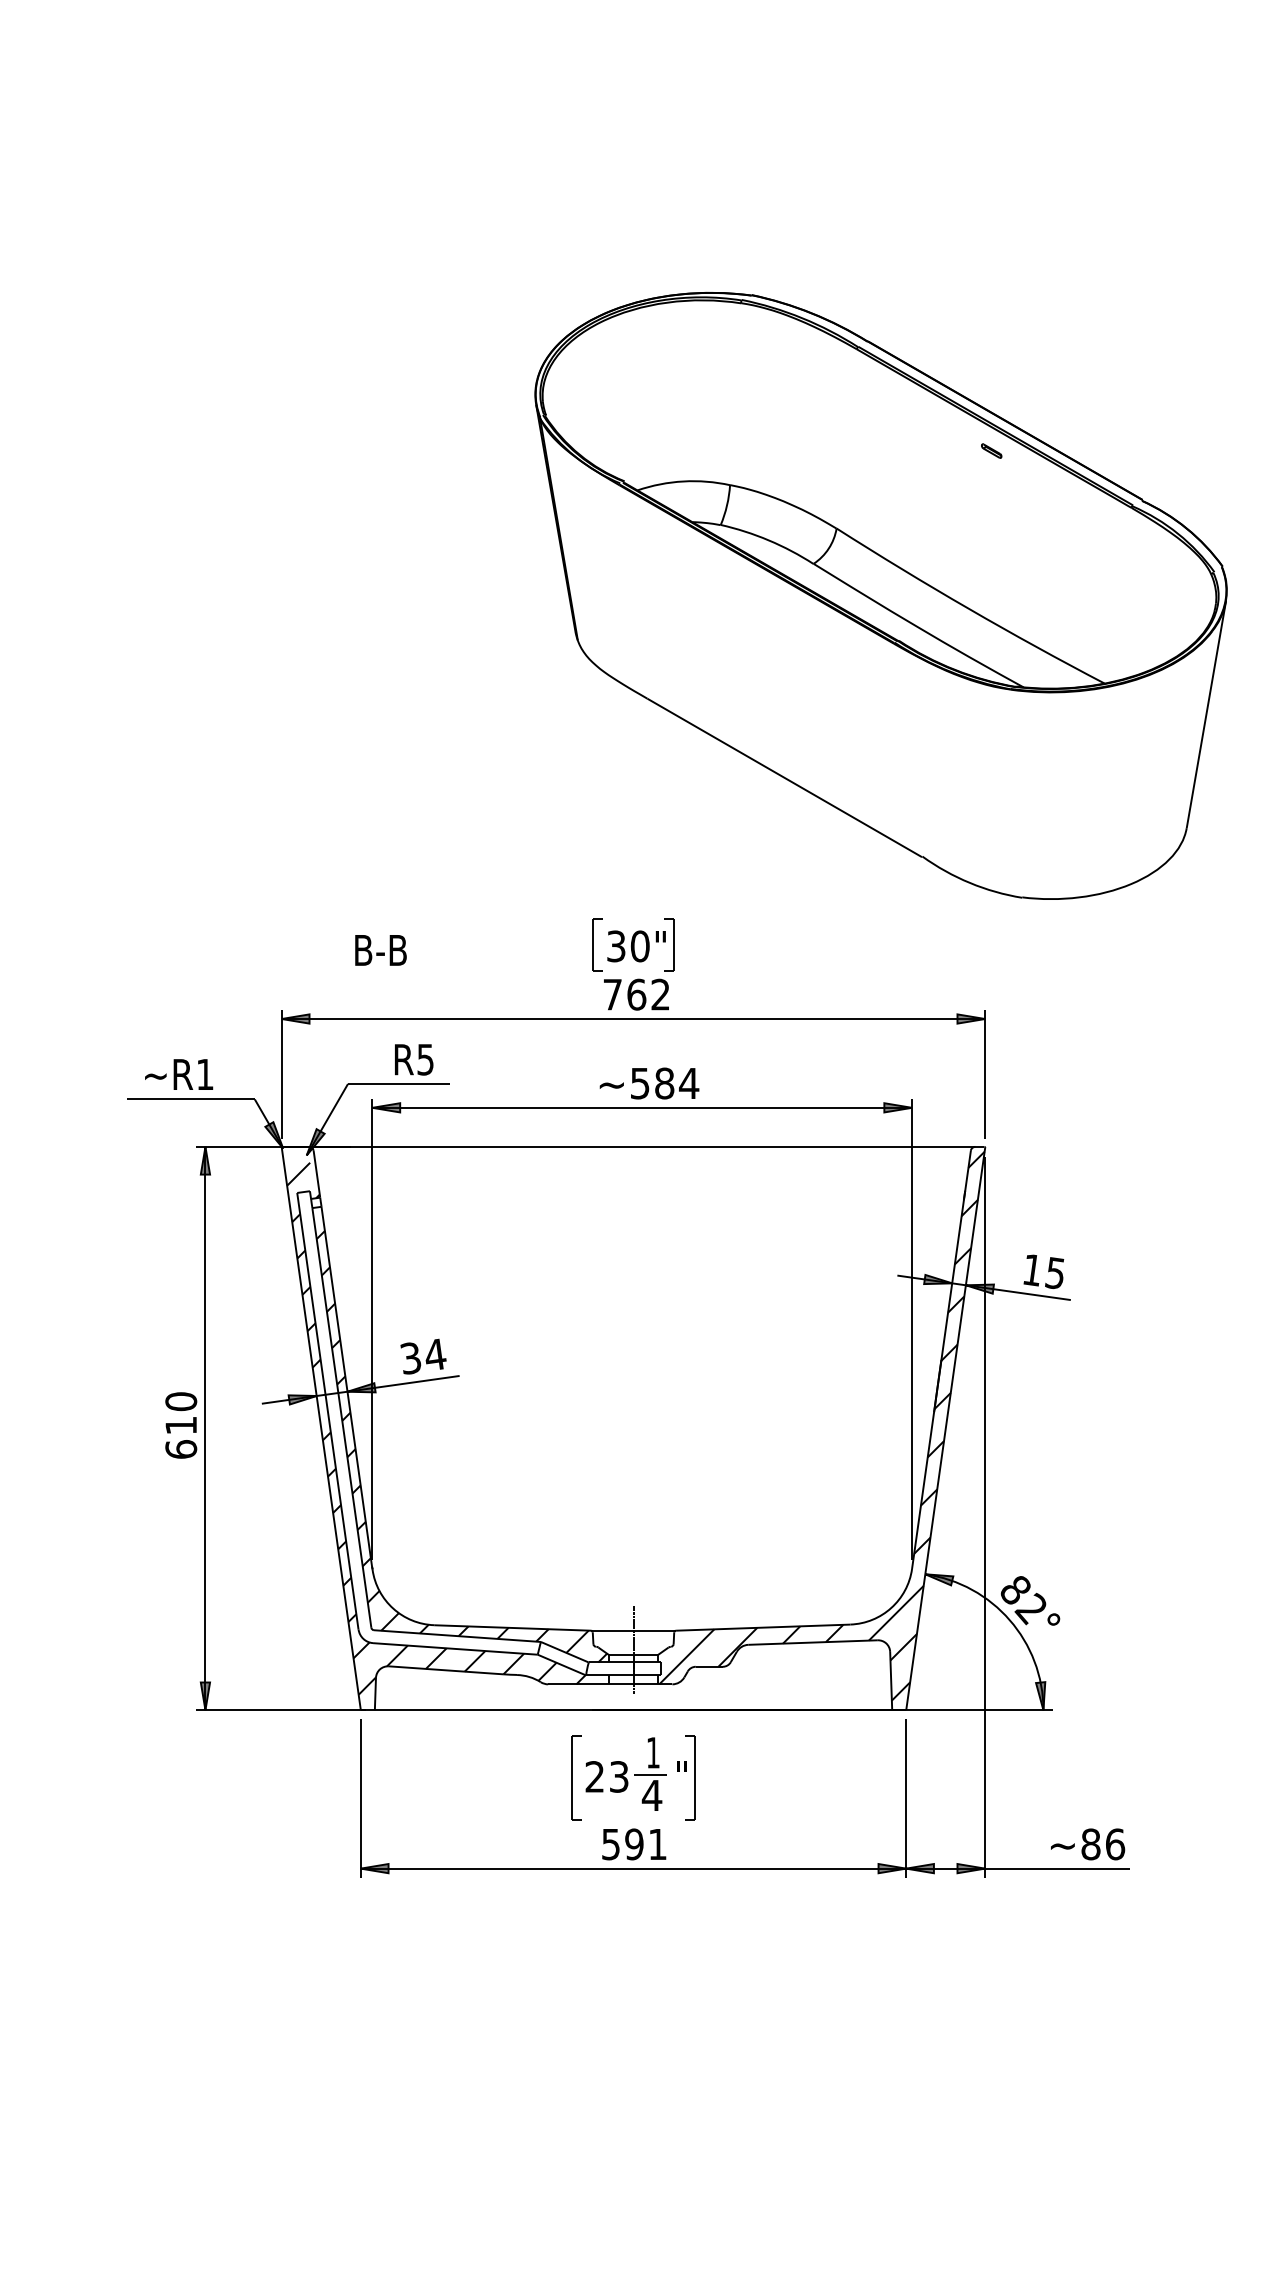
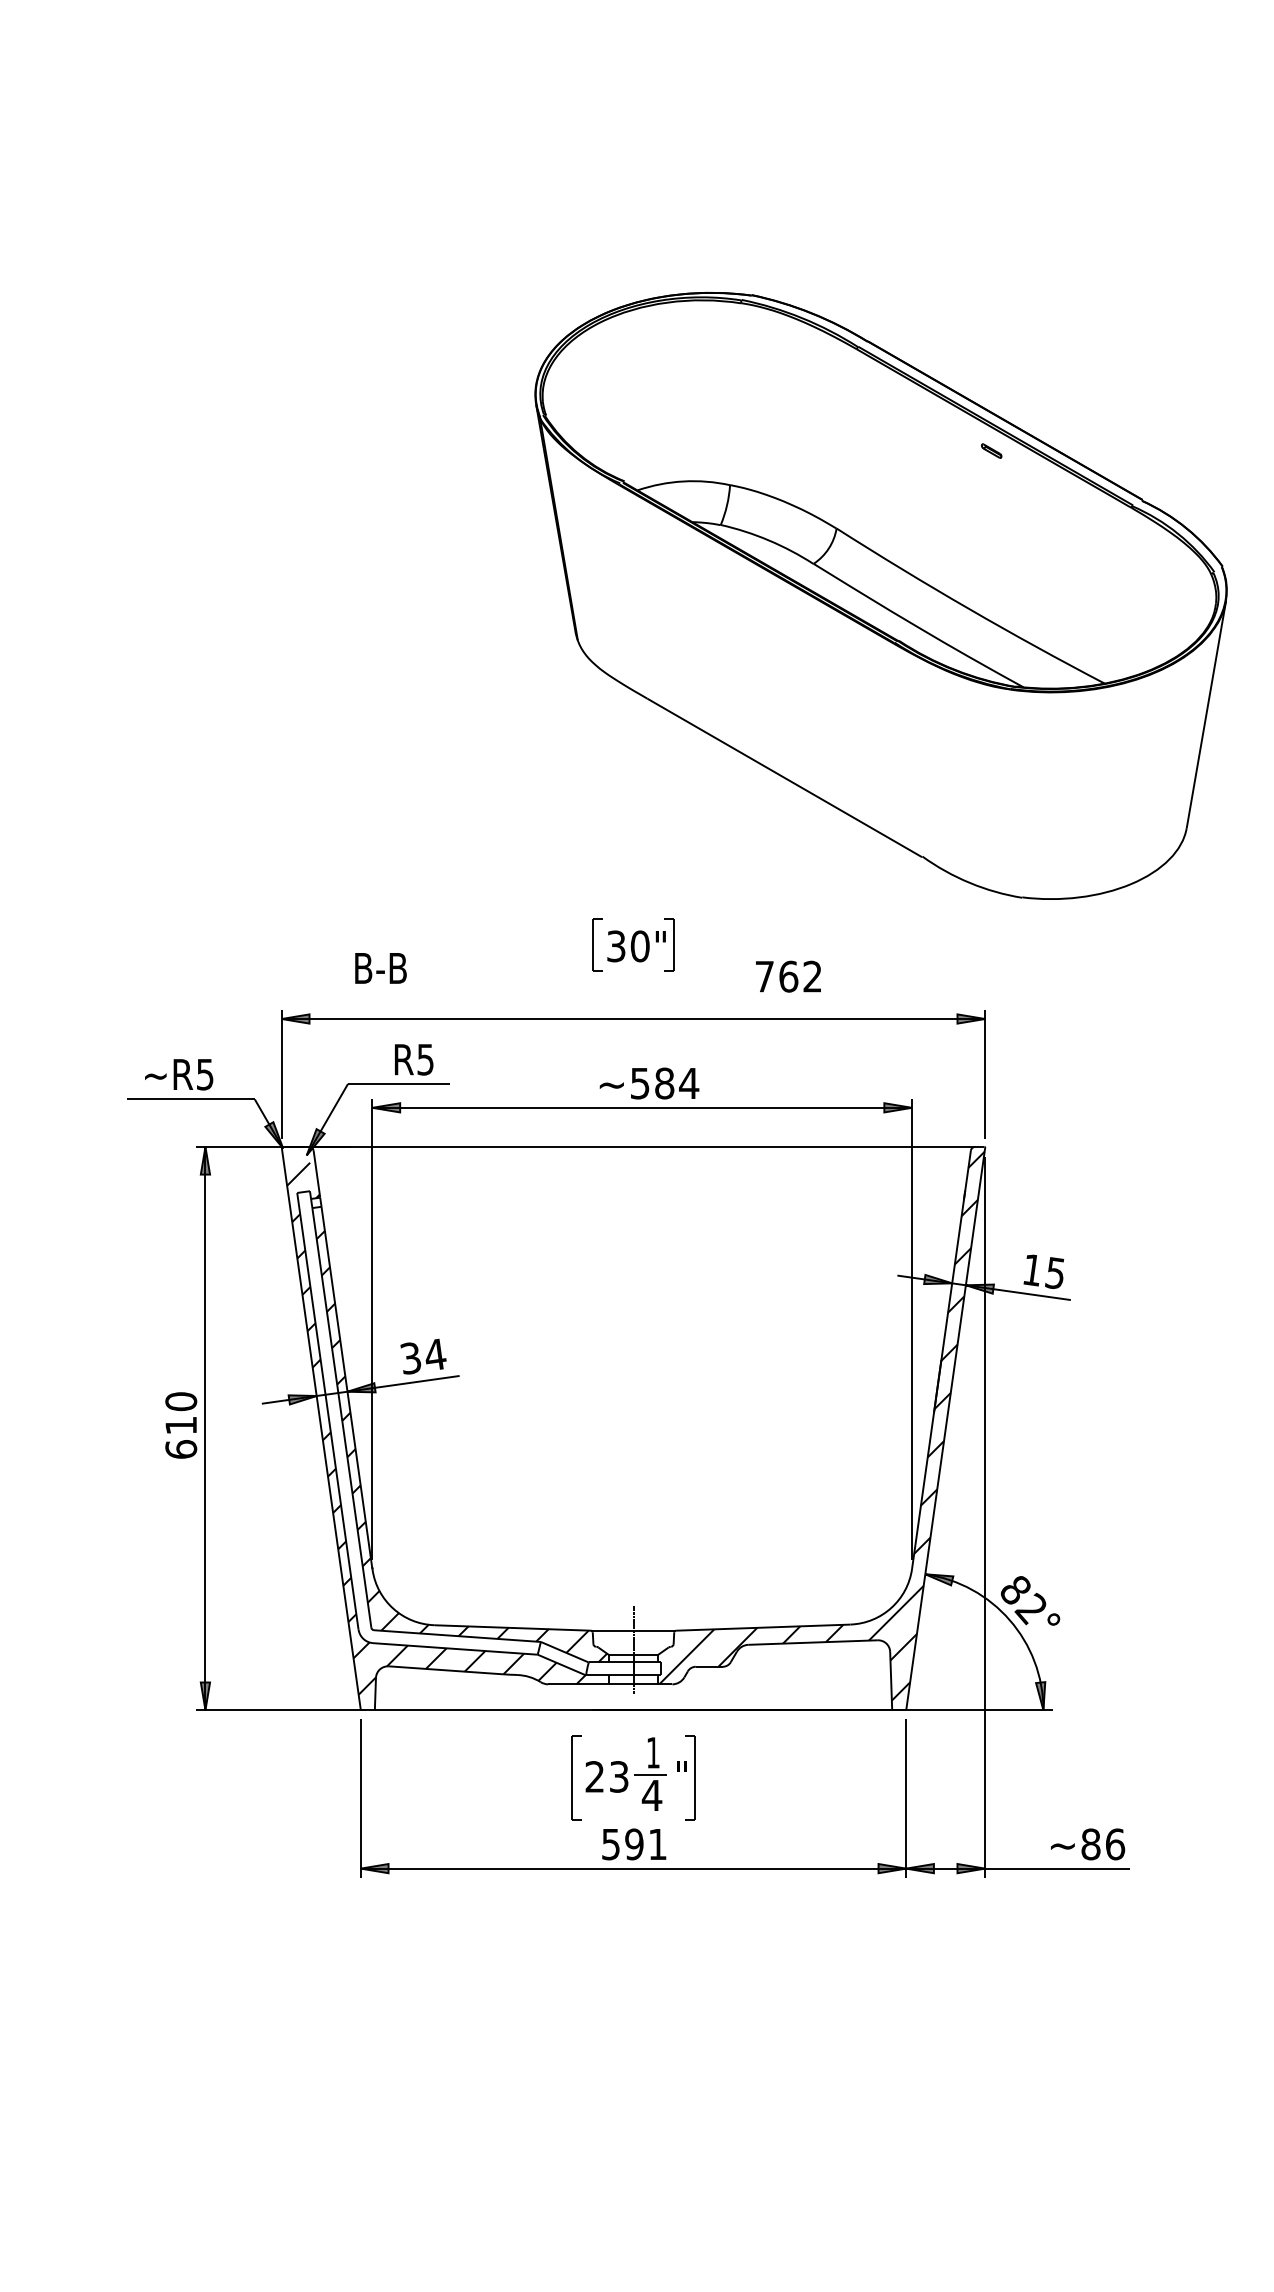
text at (380, 950) position: (380, 950) -> (380, 968)
text at (636, 994) position: (636, 994) -> (788, 976)
text at (205, 1074): ~R1 -> ~R5
